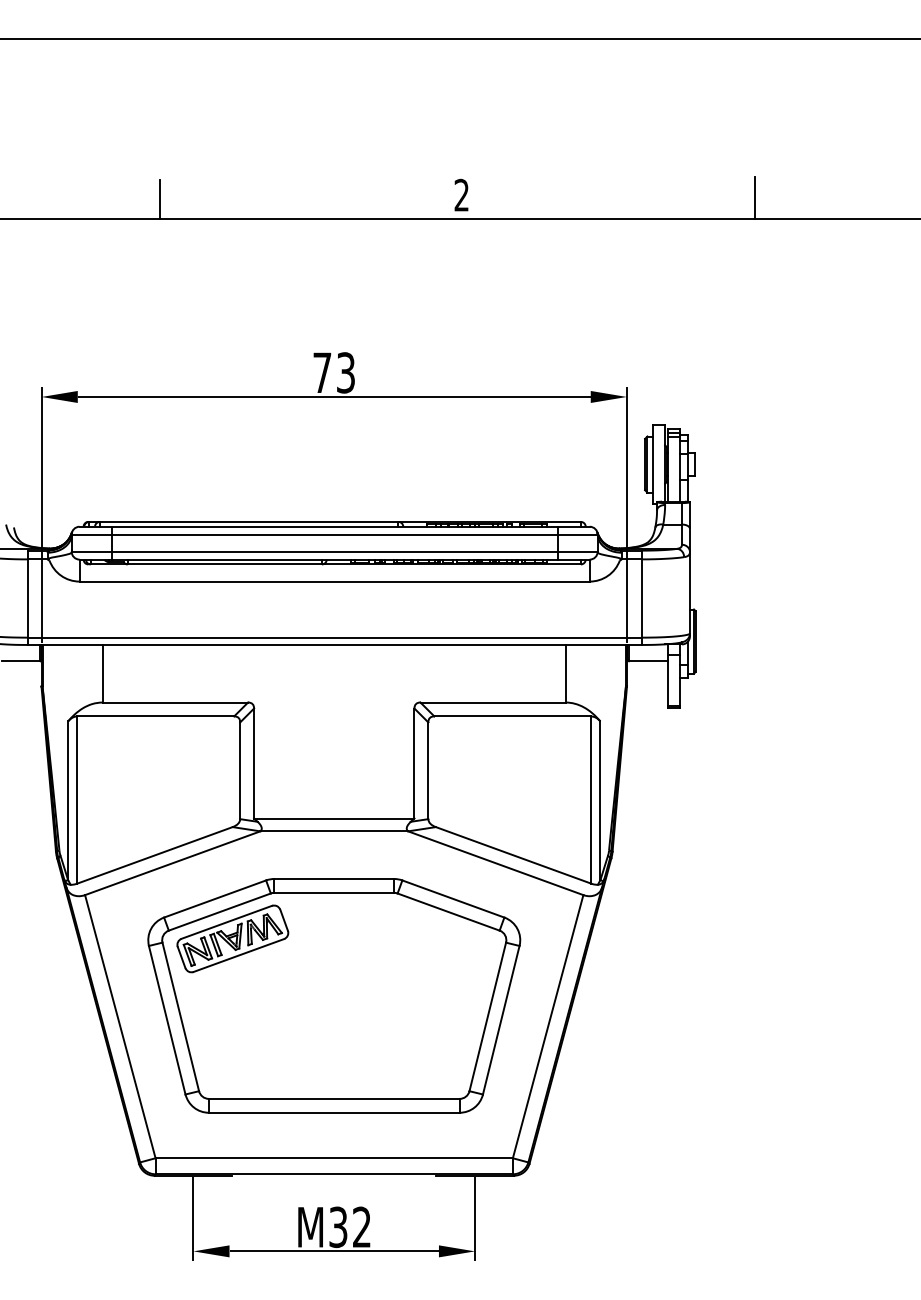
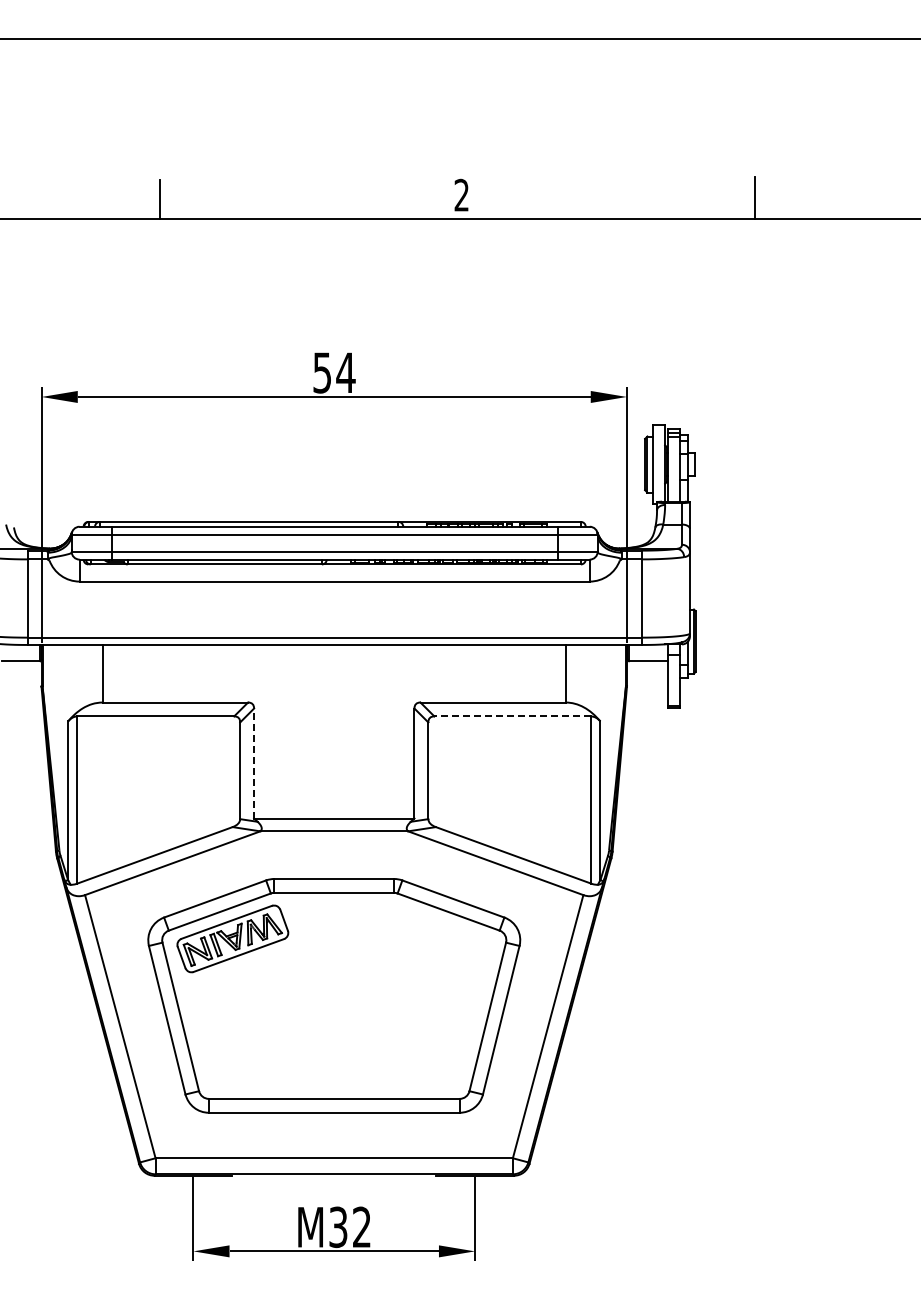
text at (334, 372): 73 -> 54
line at (512, 716): solid -> dashed
line at (254, 763): solid -> dashed
